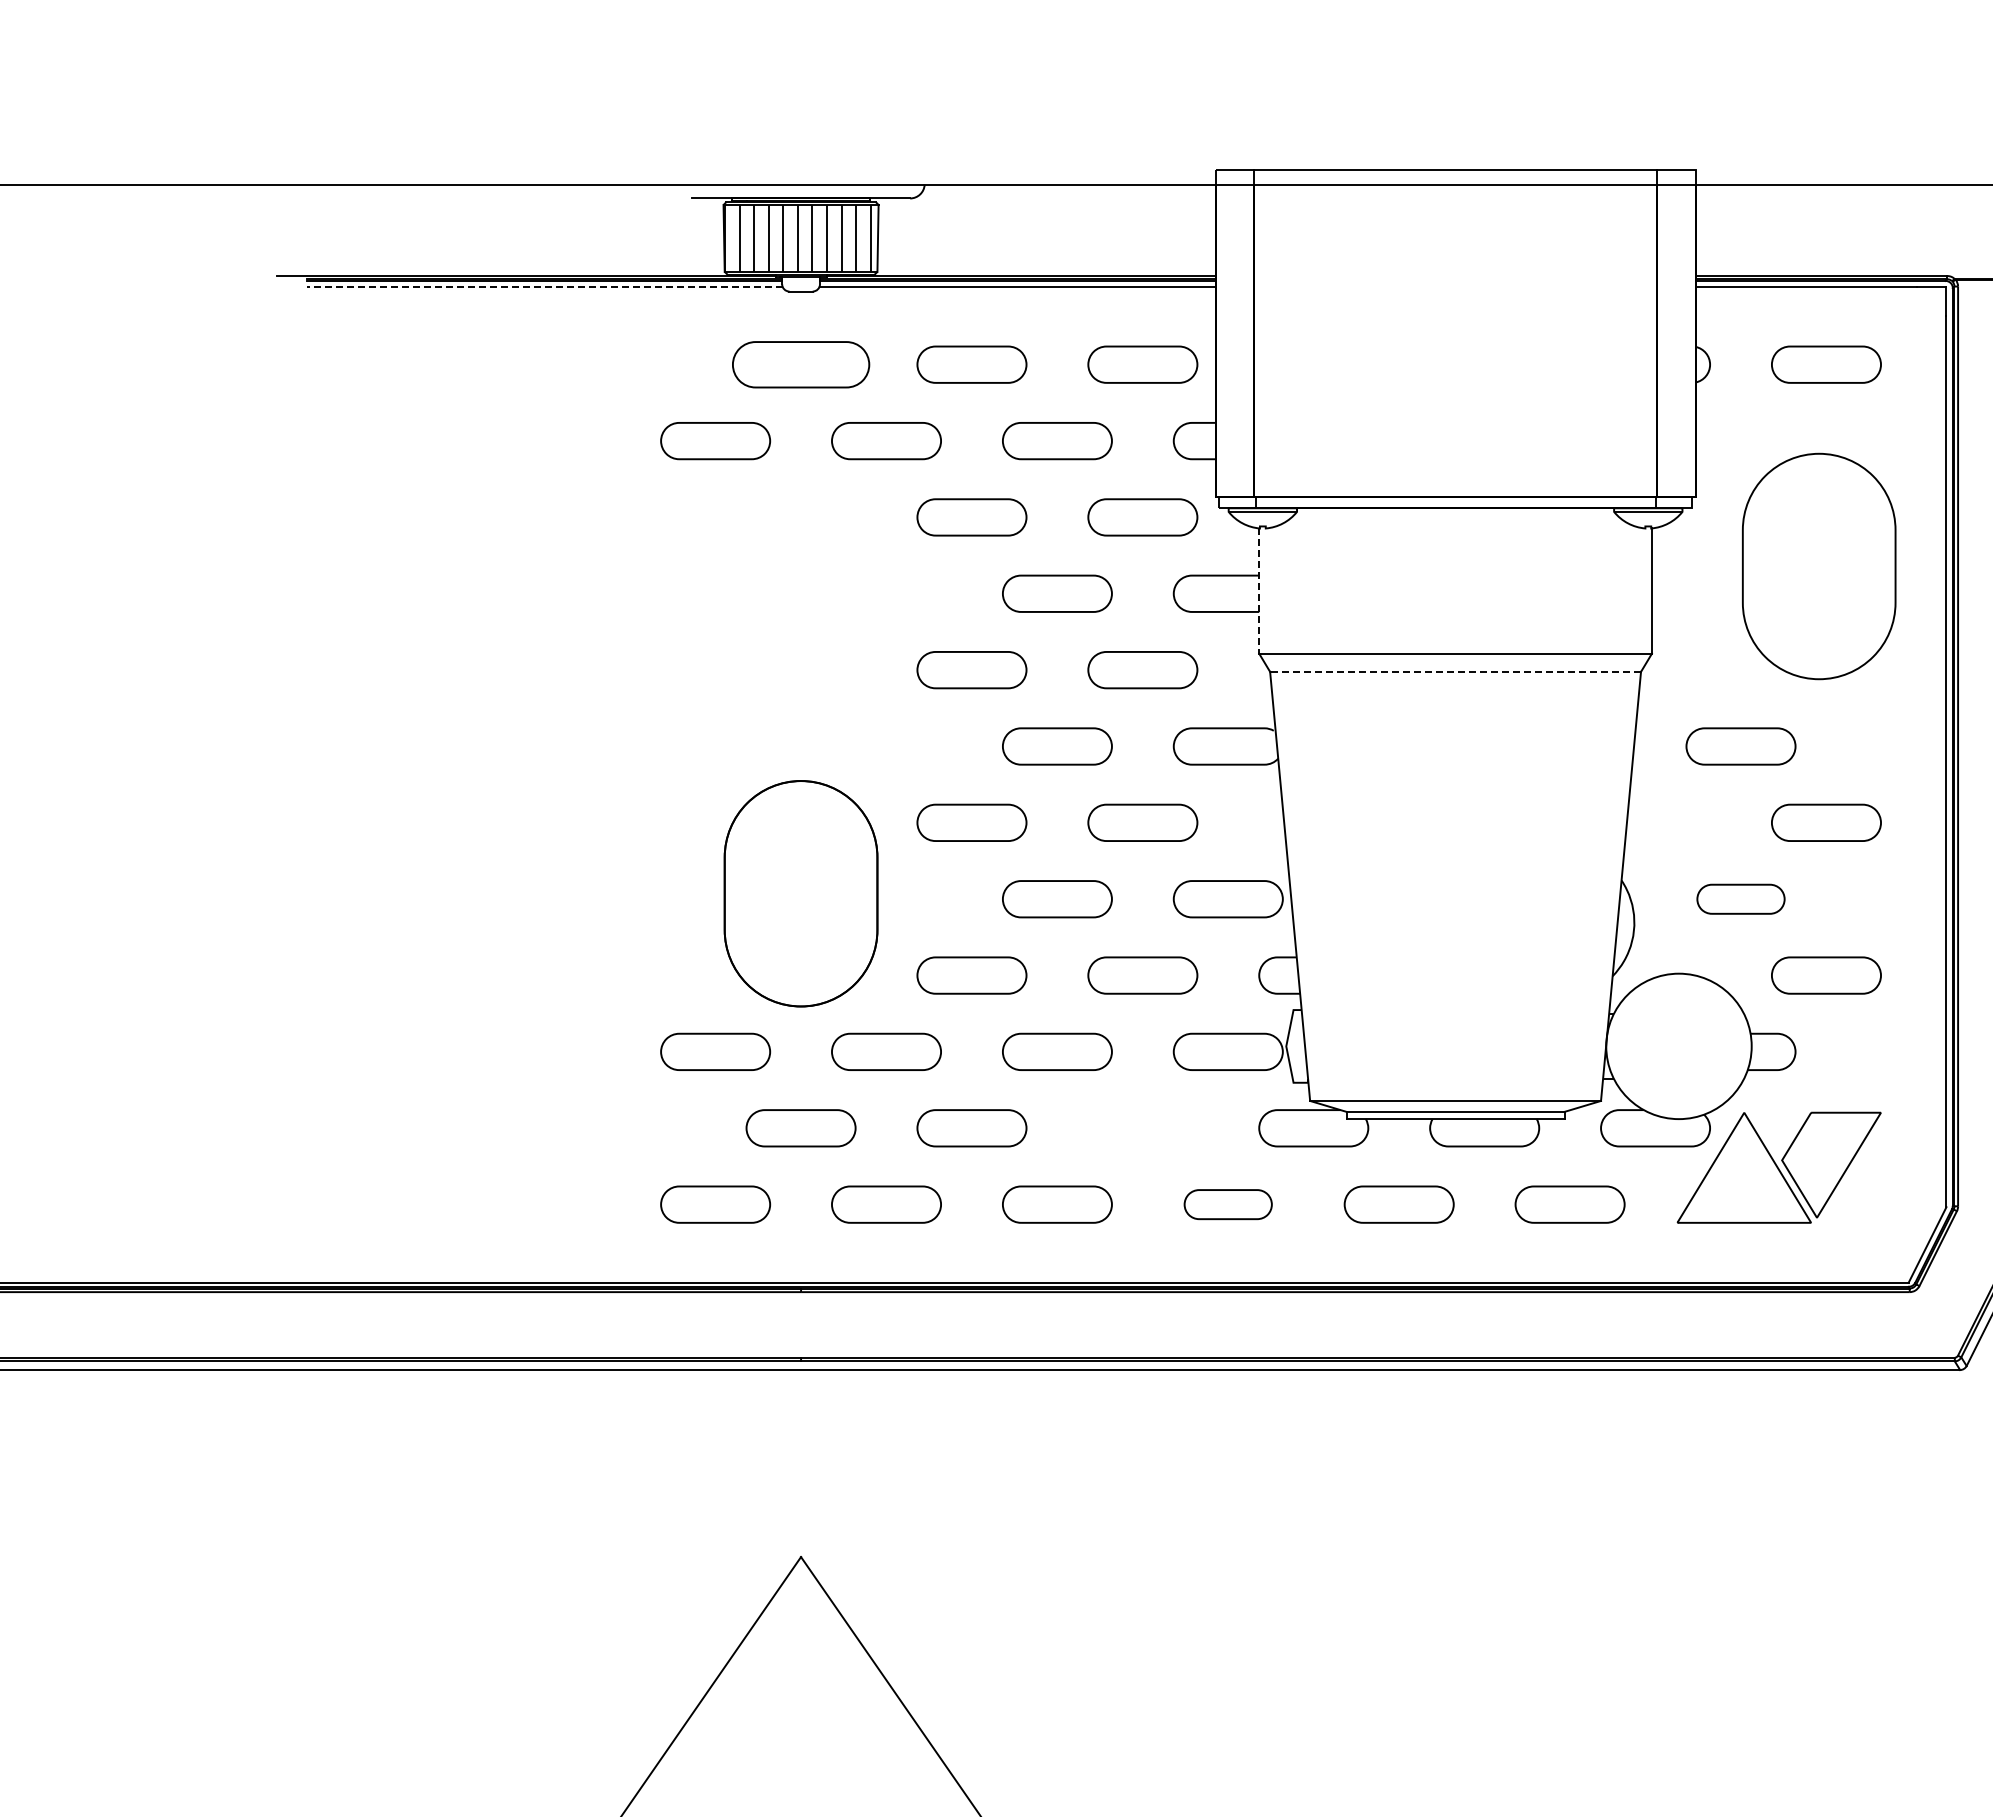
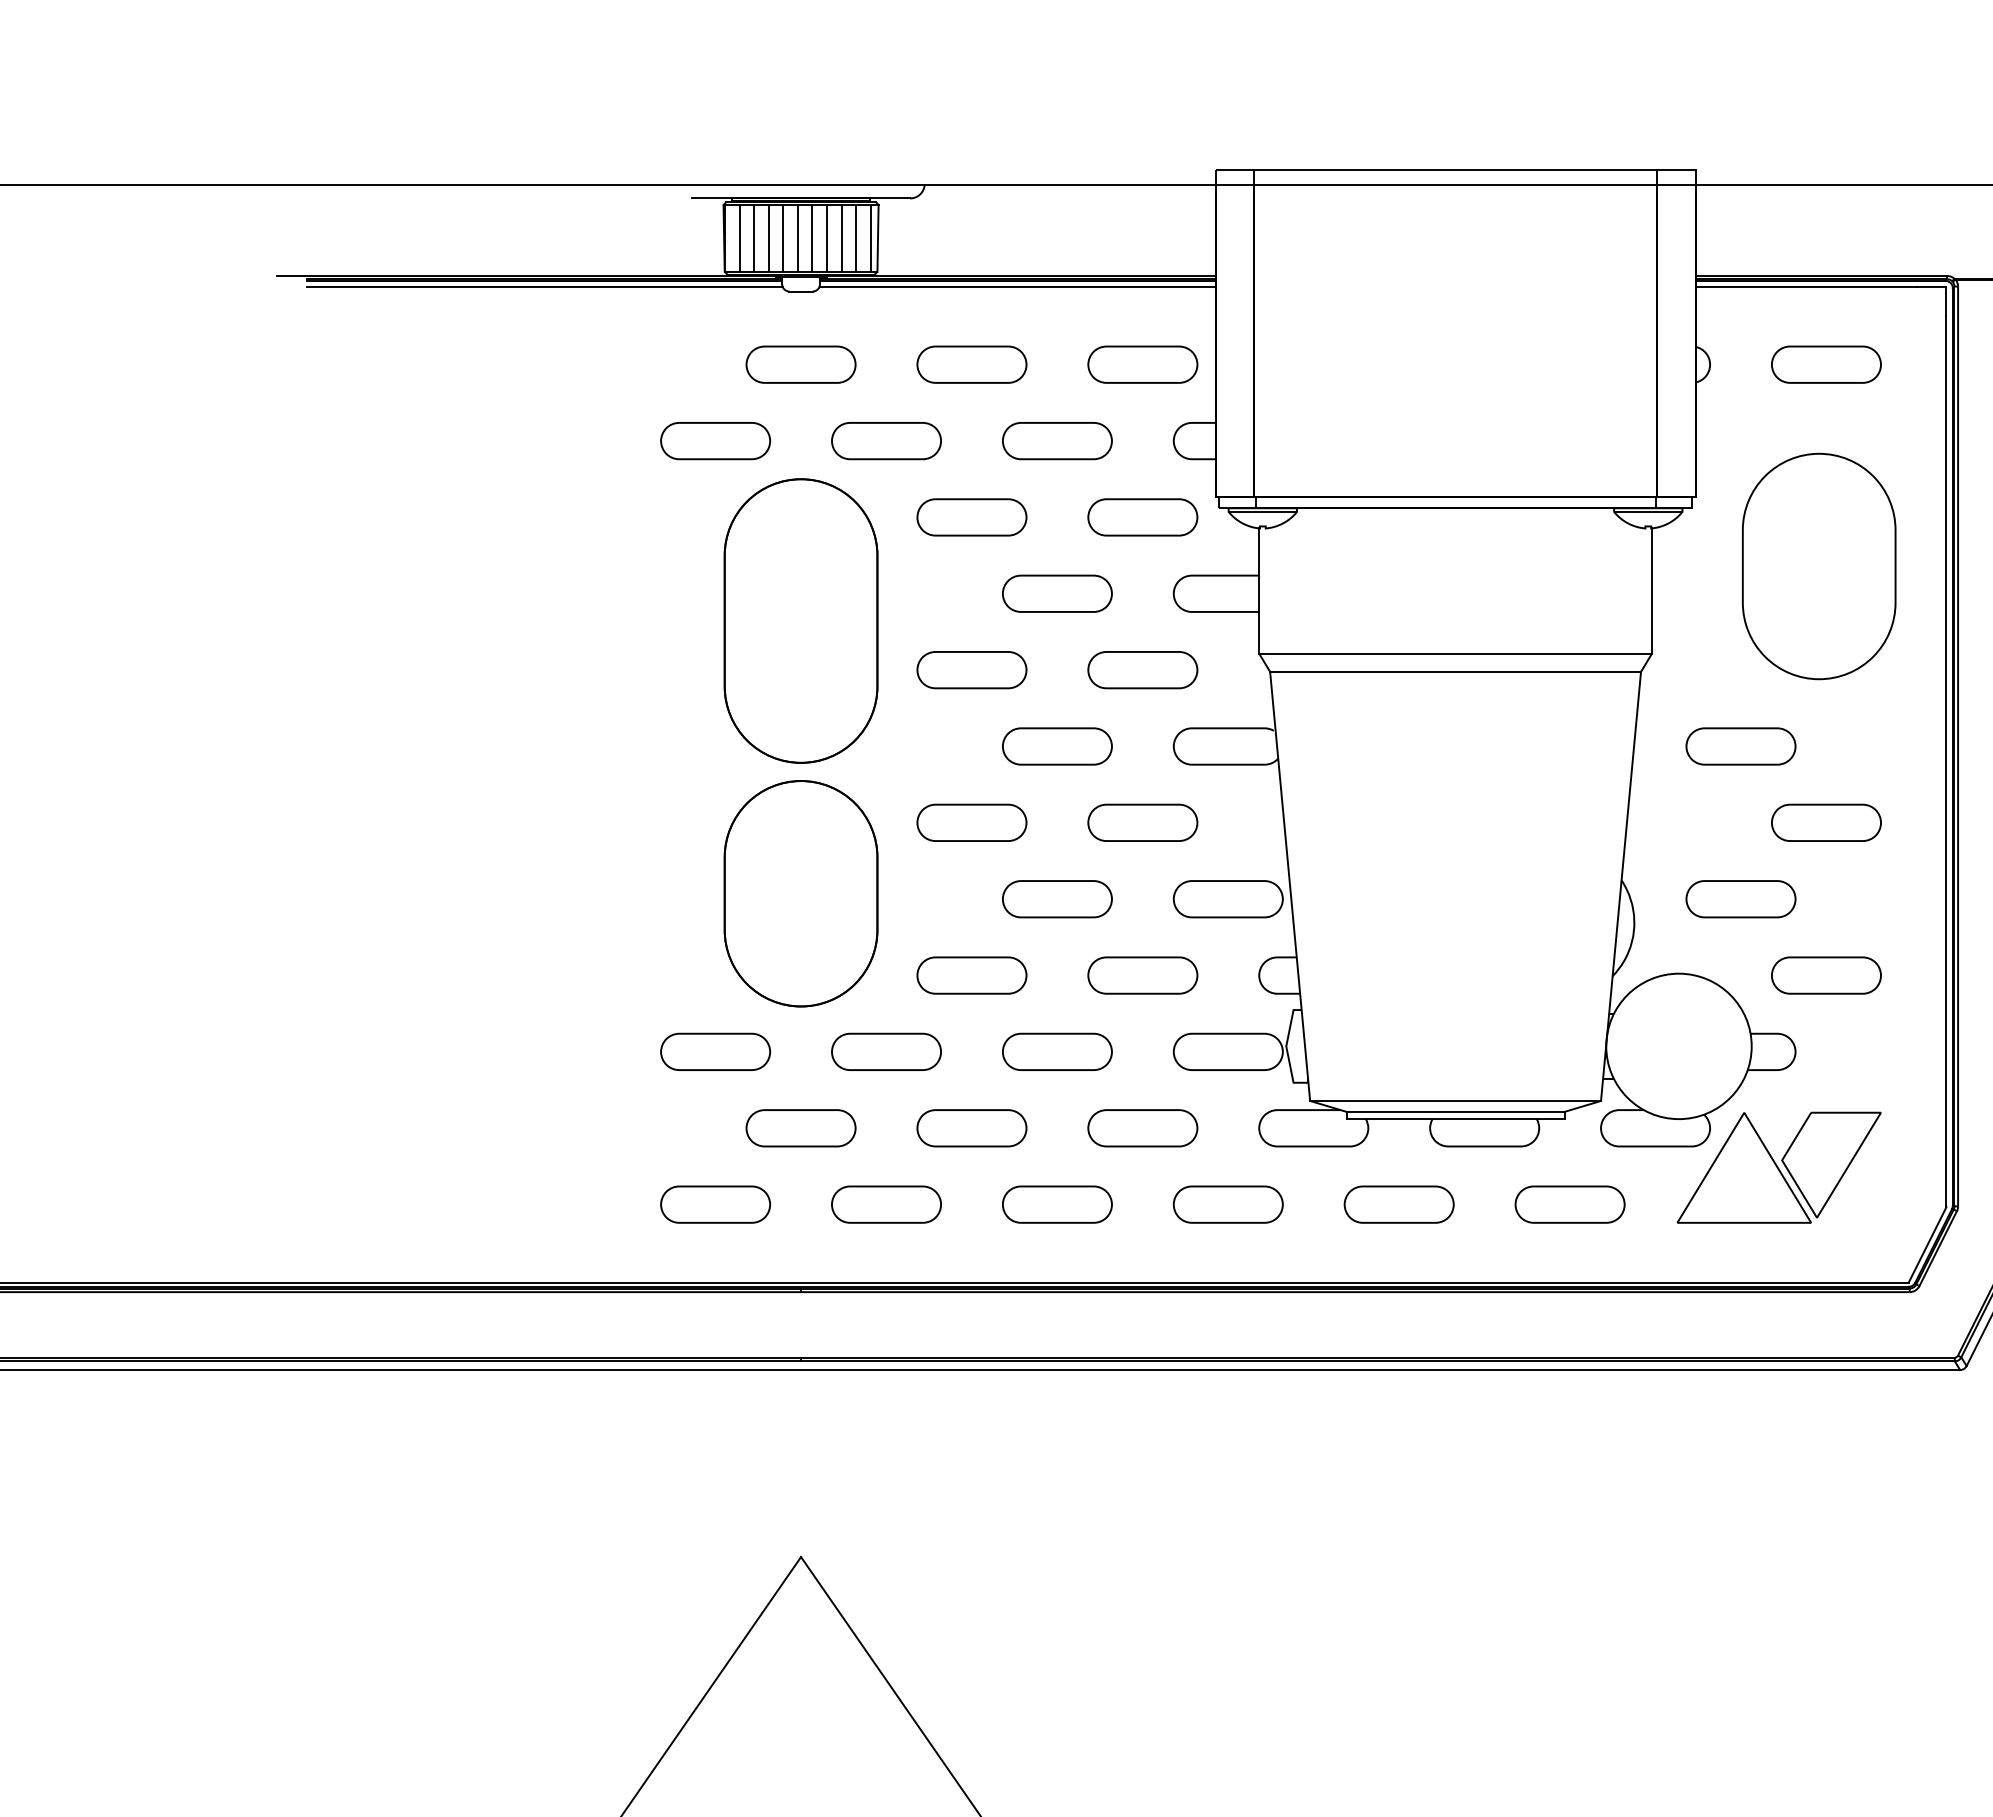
line at (544, 286): dashed -> solid
part at (801, 364) size: 139x48 px -> 112x39 px
line at (1259, 591): dashed -> solid
part at (800, 620): none -> present
line at (1455, 671): dashed -> solid
part at (1740, 898) size: 90x32 px -> 112x39 px
part at (1142, 1128): none -> present
part at (1227, 1204) size: 90x32 px -> 112x39 px
